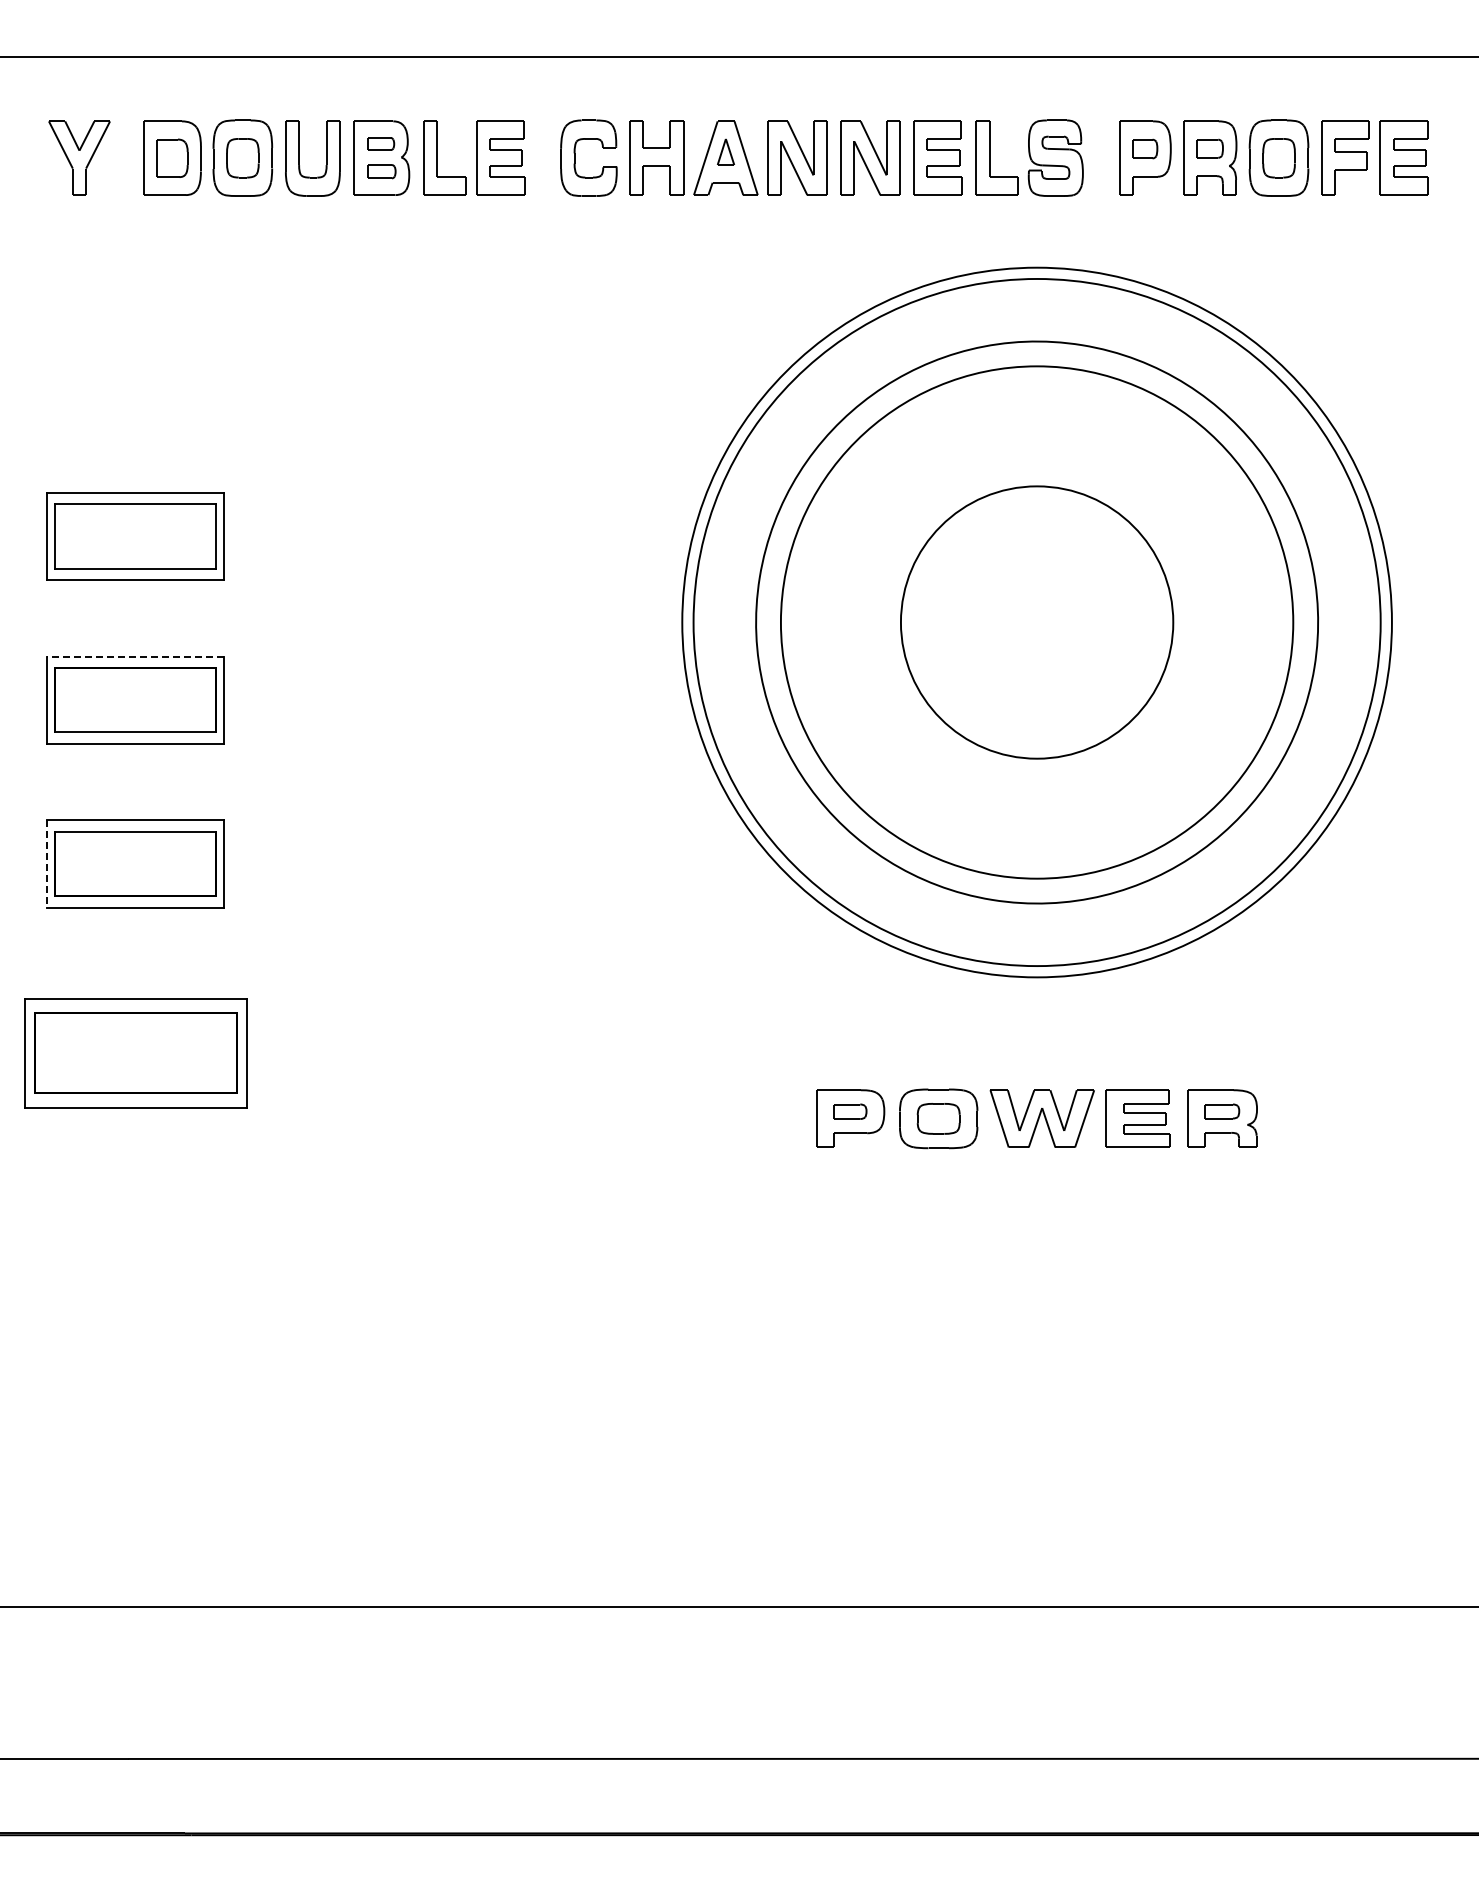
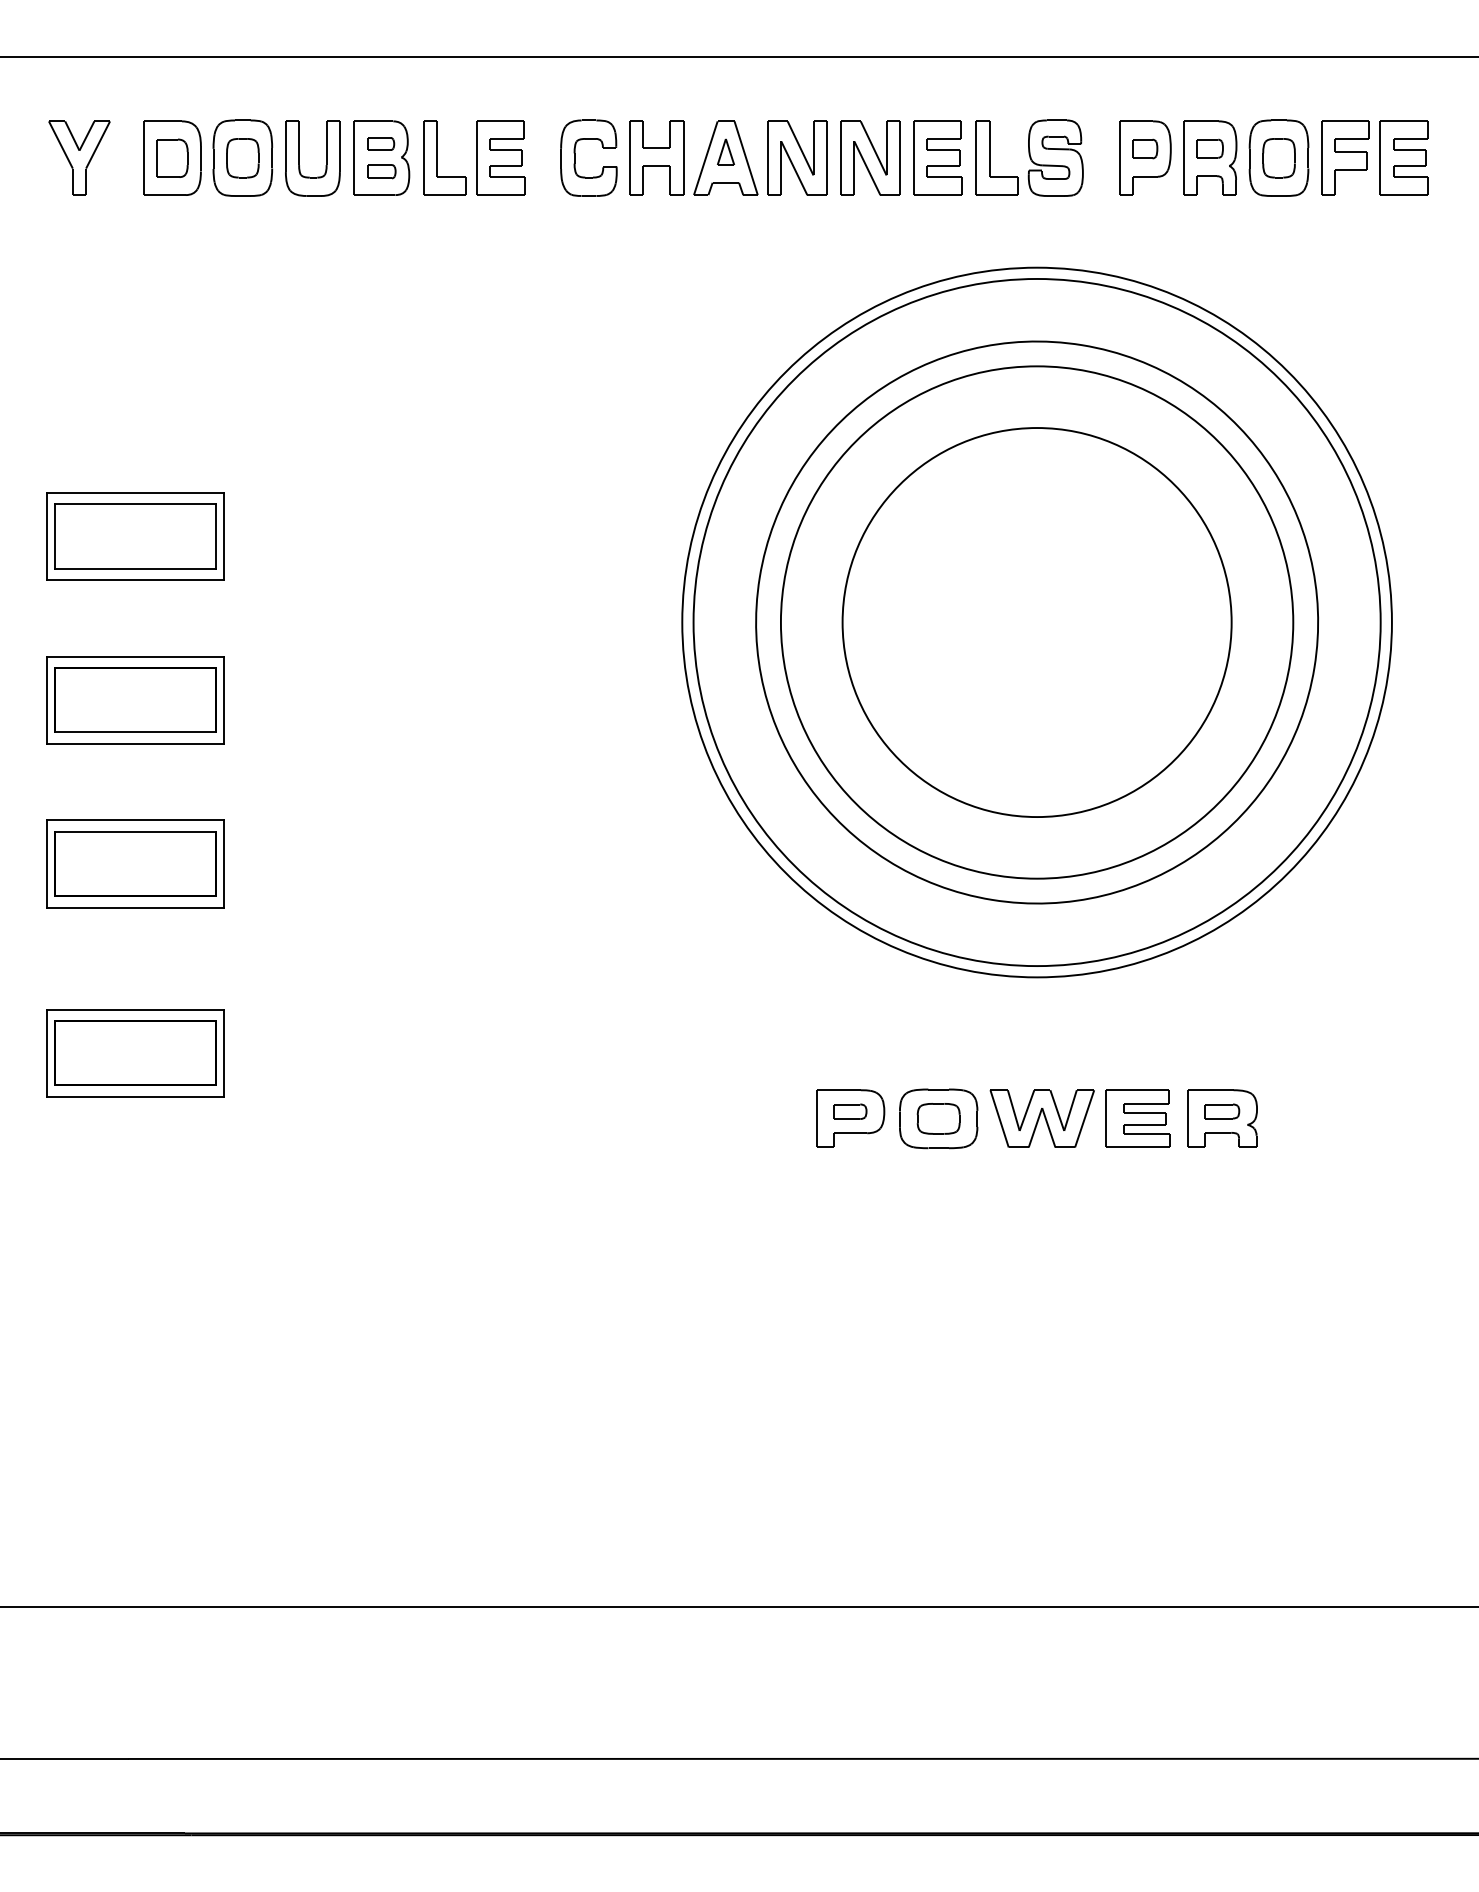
circle at (1036, 622) diameter: 272 px -> 389 px
line at (135, 656): dashed -> solid
line at (46, 864): dashed -> solid
part at (135, 1053) size: 224x111 px -> 179x89 px
